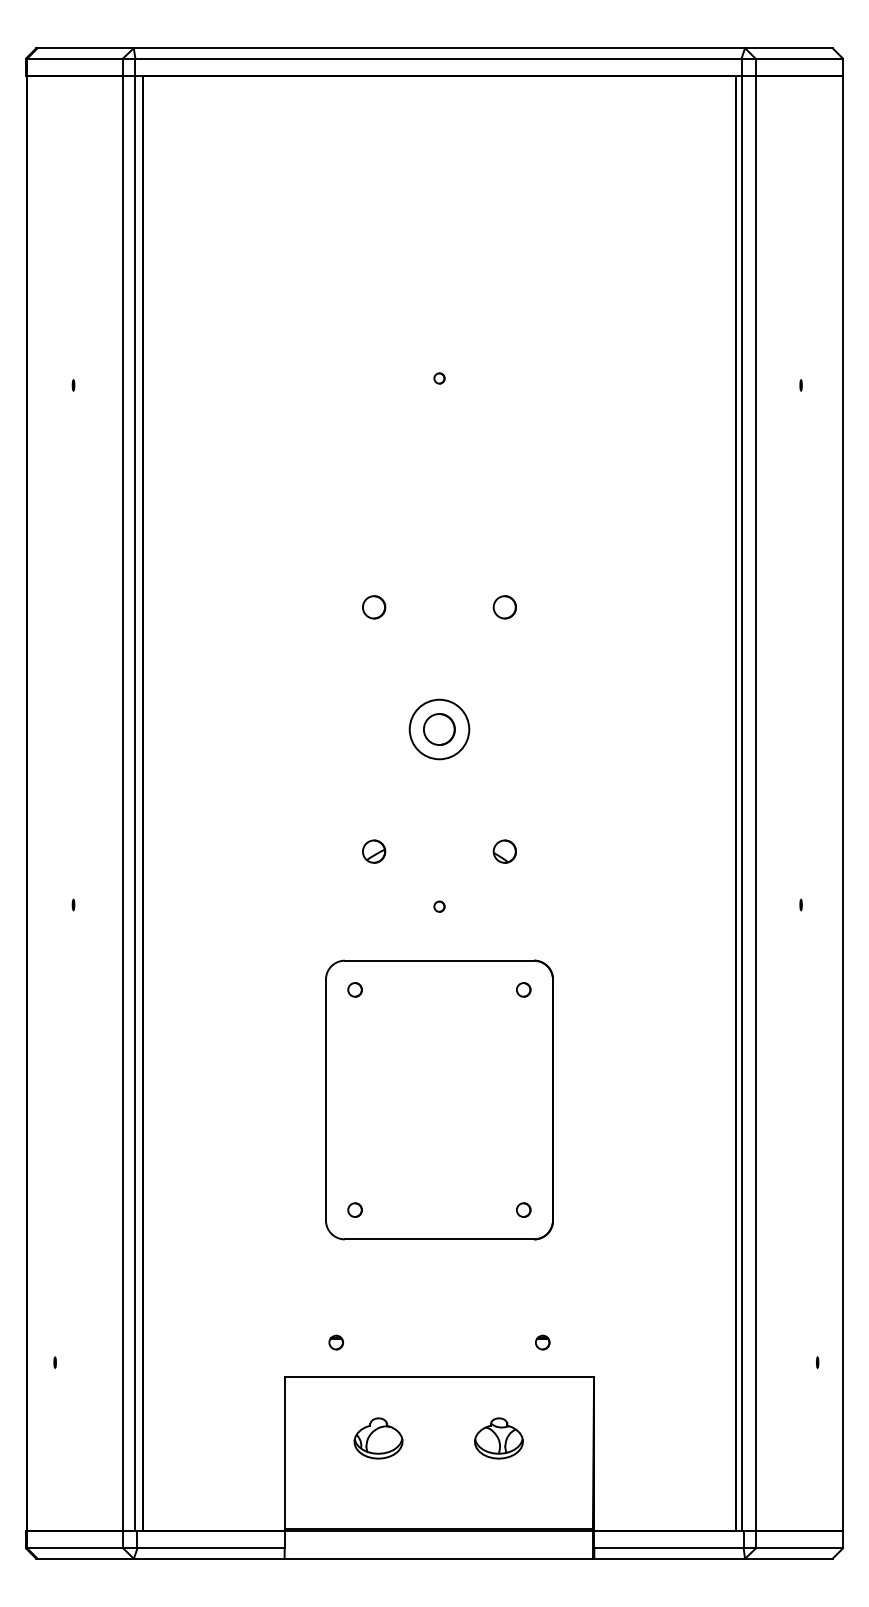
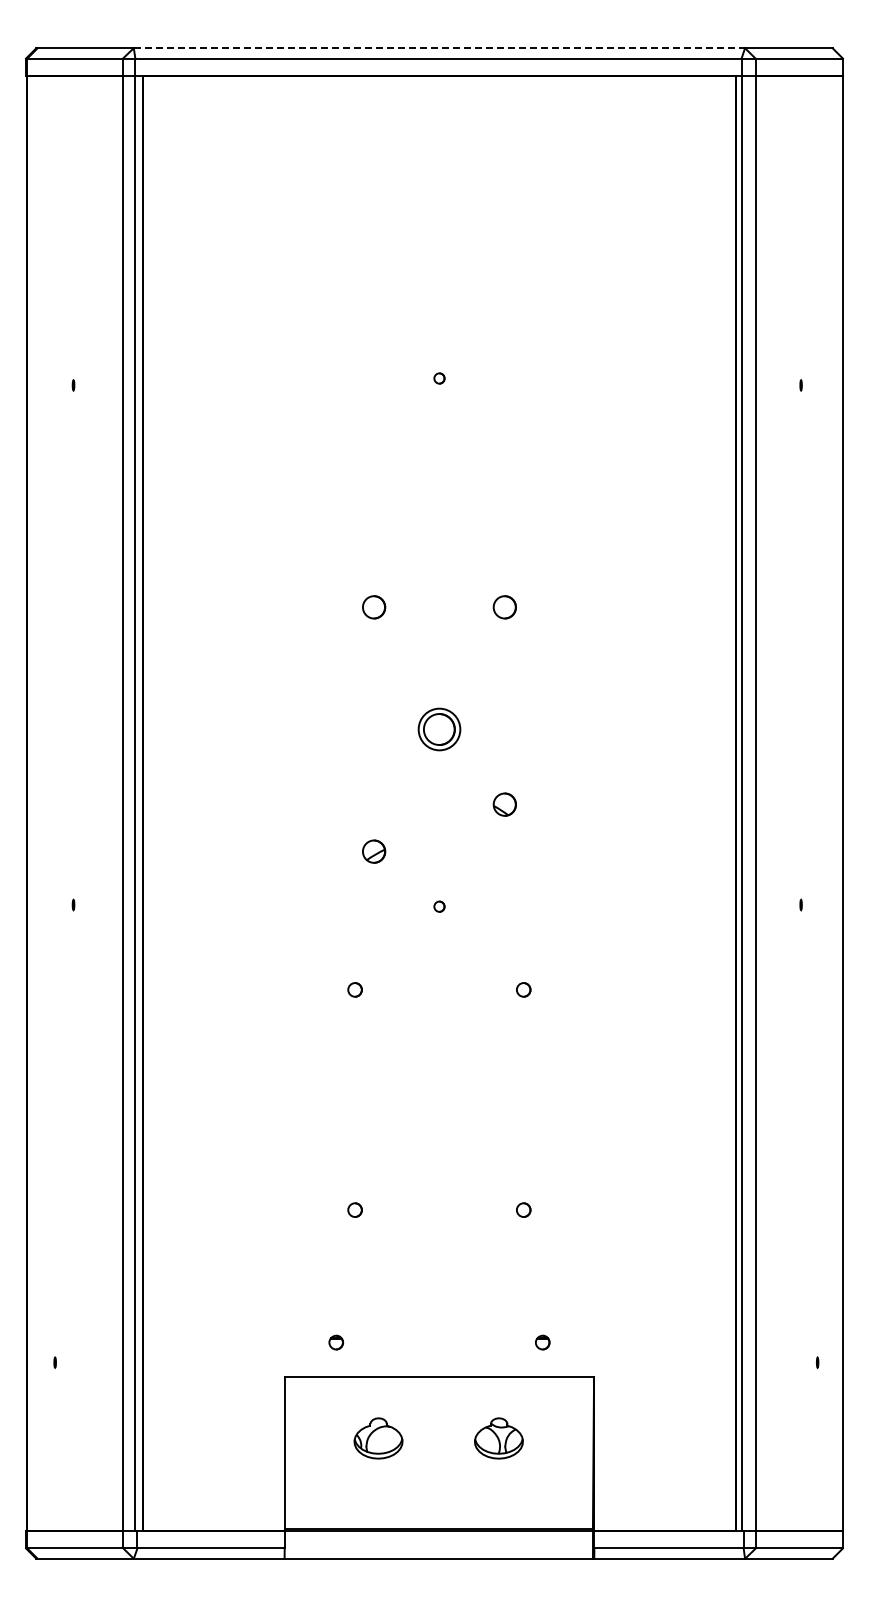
line at (439, 48): solid -> dashed
circle at (439, 729) diameter: 60 px -> 42 px
part at (504, 851) position: (504, 851) -> (504, 804)
part at (439, 1099): present -> none
